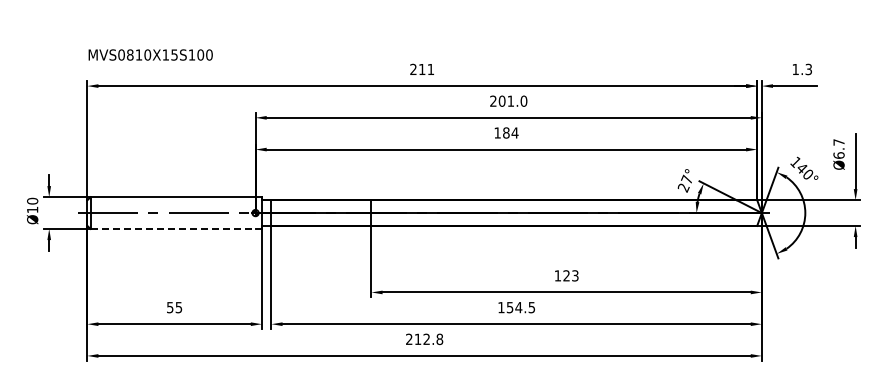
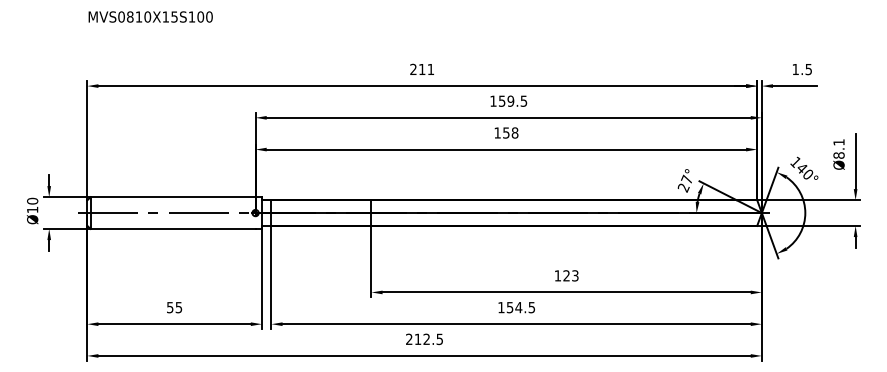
text at (150, 54) position: (150, 54) -> (150, 16)
text at (808, 68): 1.3 -> 1.5
text at (508, 100): 201.0 -> 159.5
text at (510, 132): 184 -> 158
text at (838, 148): Ø6.7 -> Ø8.1
line at (173, 228): dashed -> solid
text at (439, 338): 212.8 -> 212.5
